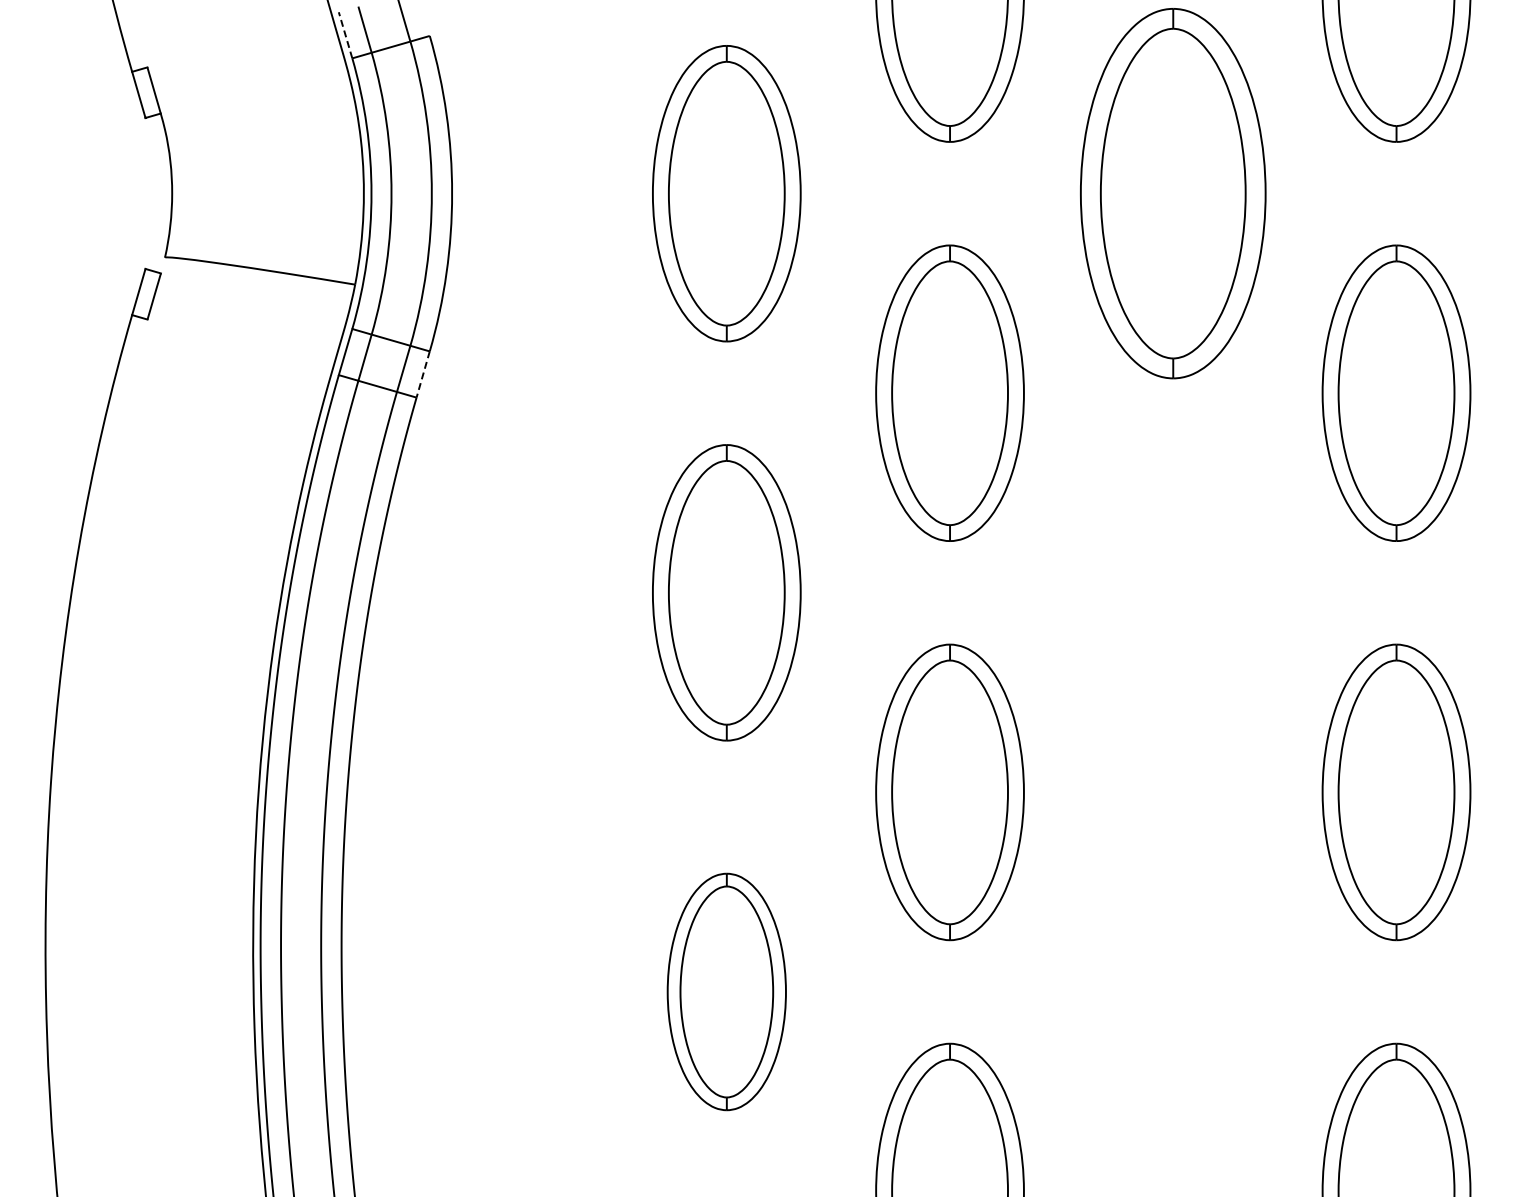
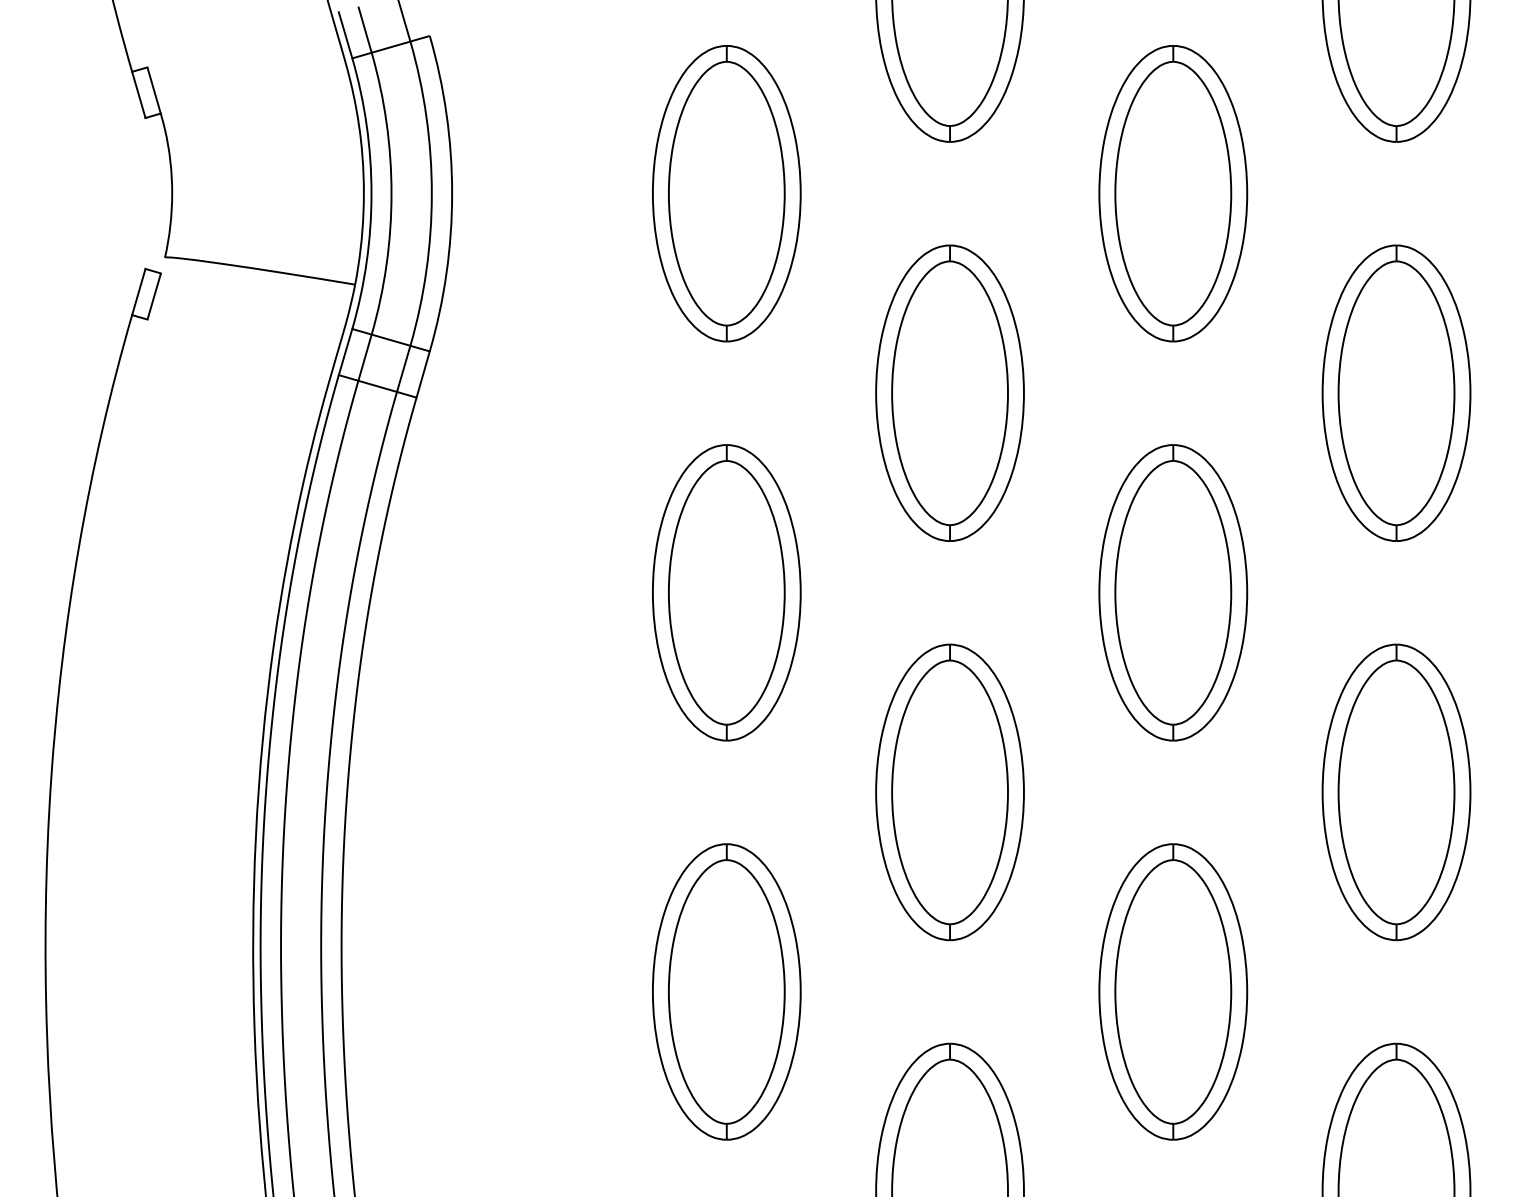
line at (345, 34): dashed -> solid
part at (1173, 193) size: 187x372 px -> 151x298 px
line at (423, 374): dashed -> solid
part at (1173, 592): none -> present
part at (726, 991) size: 121x240 px -> 150x298 px
part at (1173, 991): none -> present
